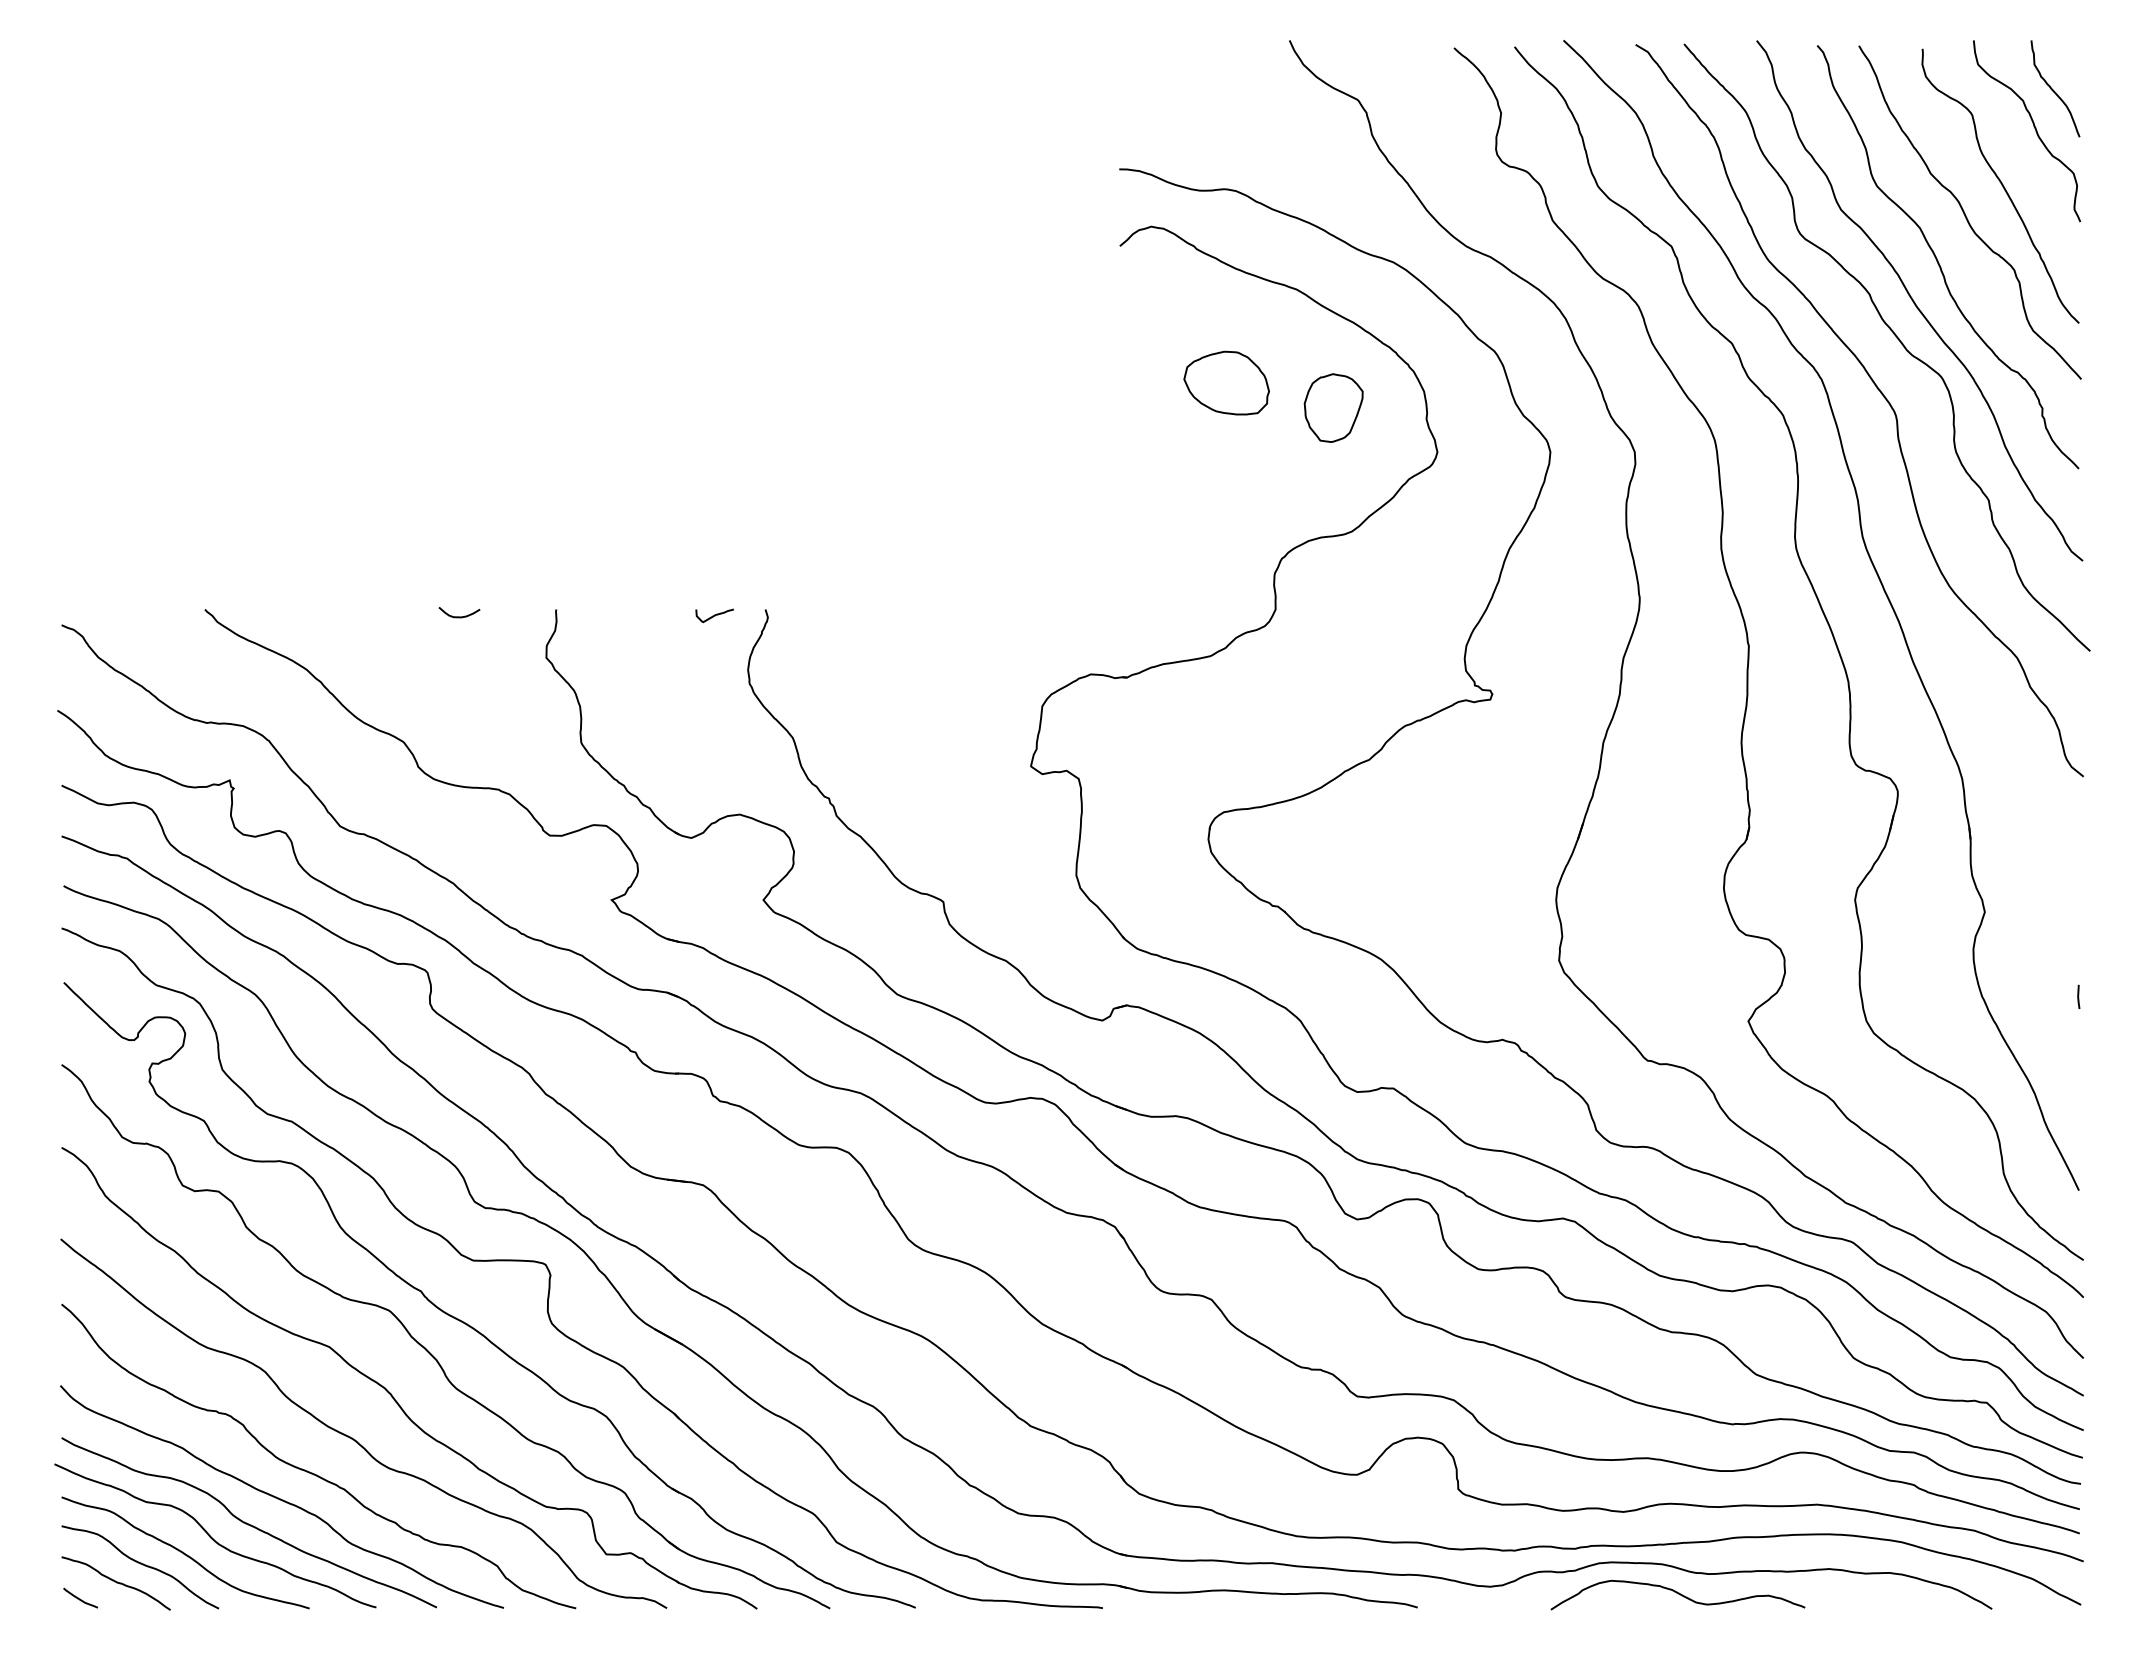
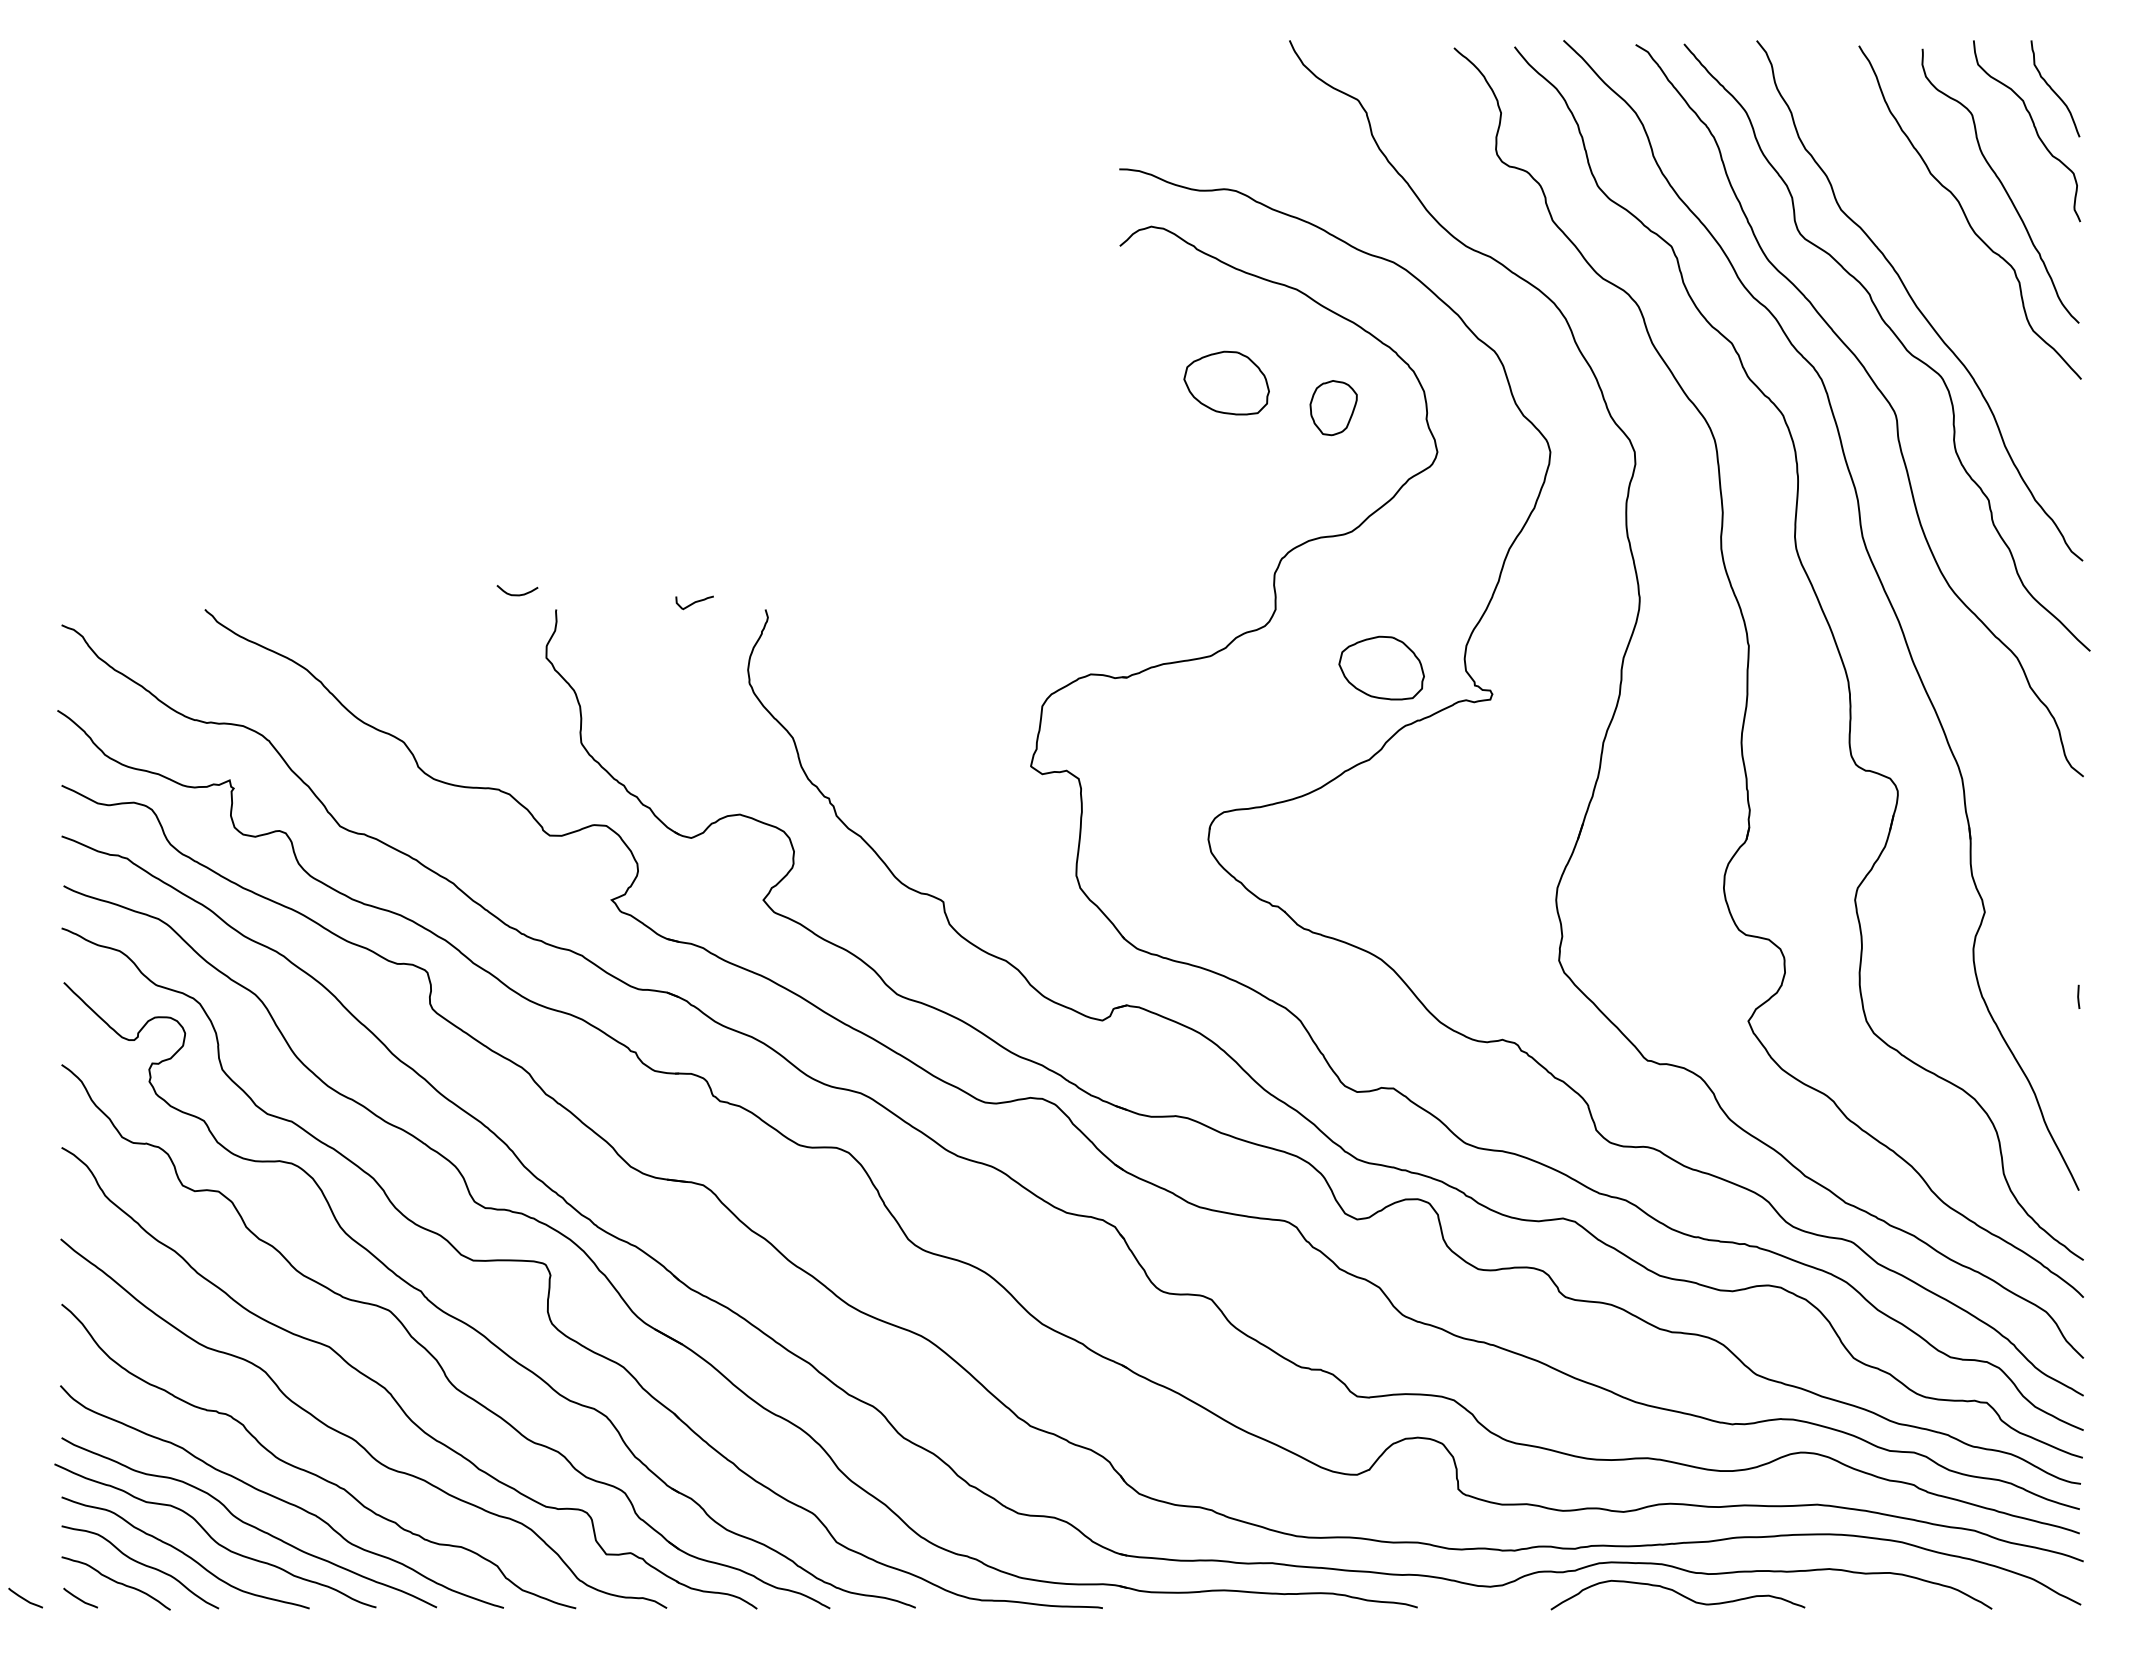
curve at (1938, 260): present -> none
part at (1333, 407) size: 61x70 px -> 49x57 px
curve at (714, 615) position: (714, 615) -> (694, 602)
curve at (459, 616) position: (459, 616) -> (517, 594)
part at (1381, 667): none -> present
curve at (25, 1598): none -> present
